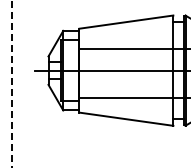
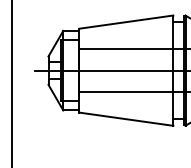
line at (11, 83): dashed -> solid
line at (133, 98) position: (133, 98) -> (133, 92)
